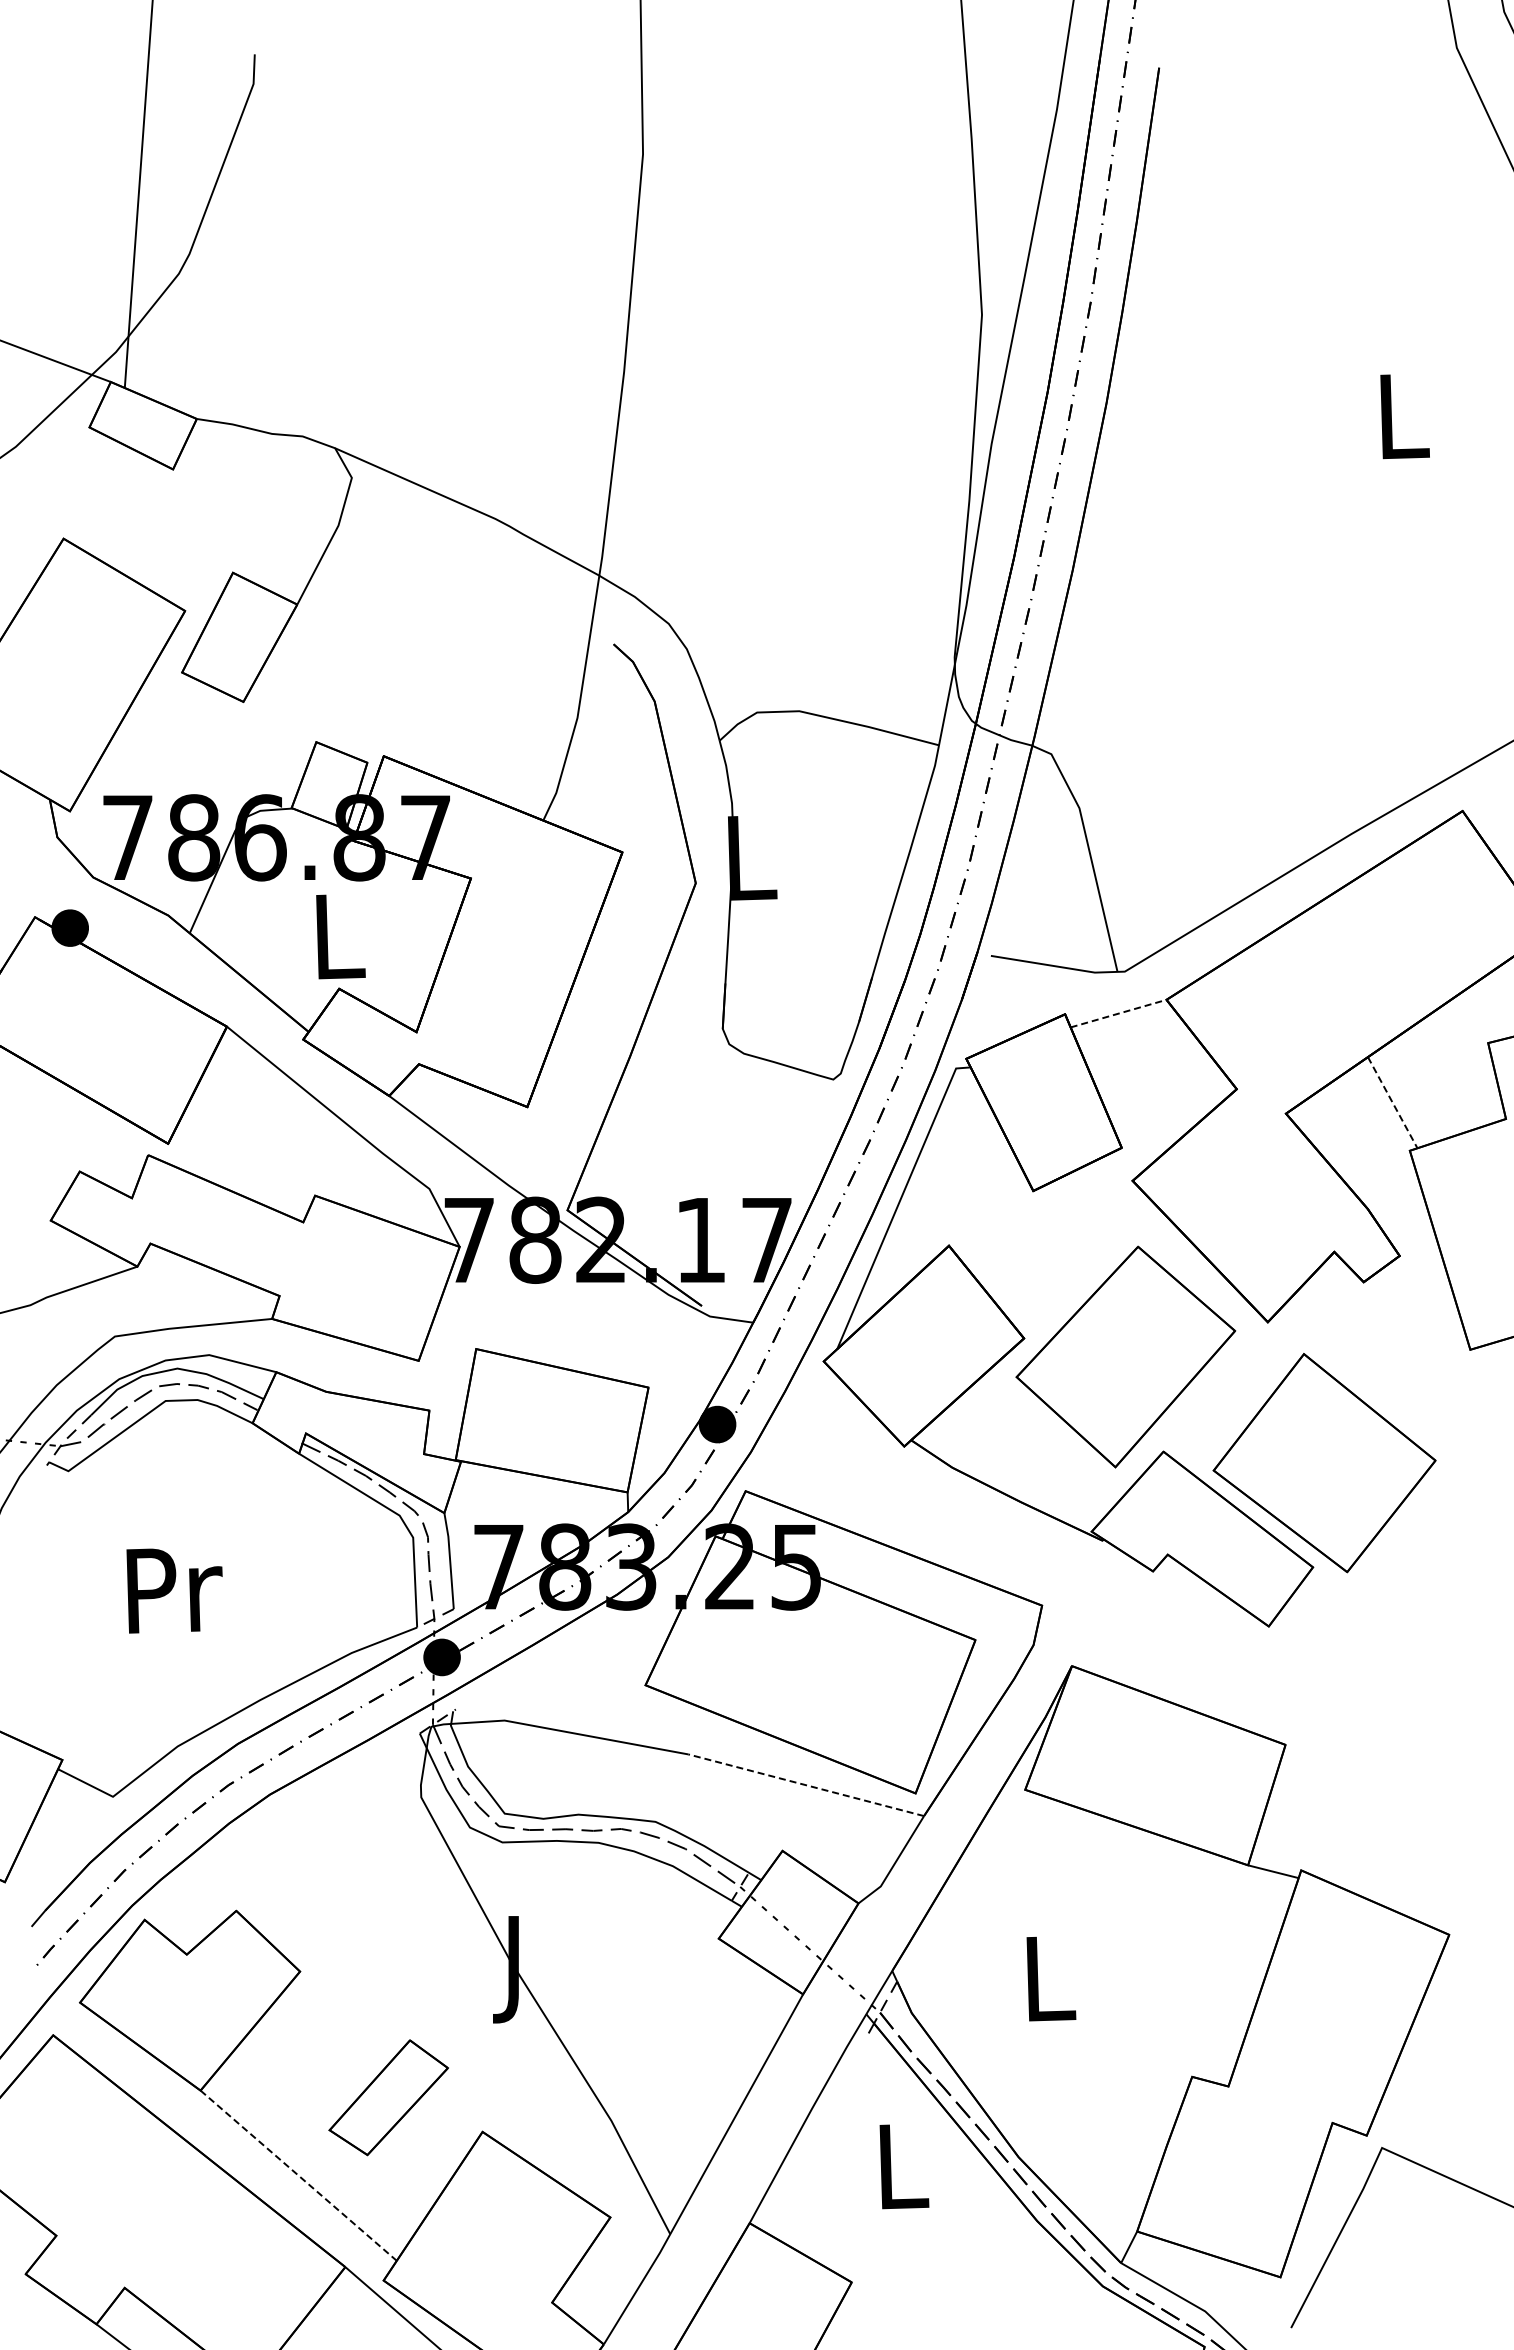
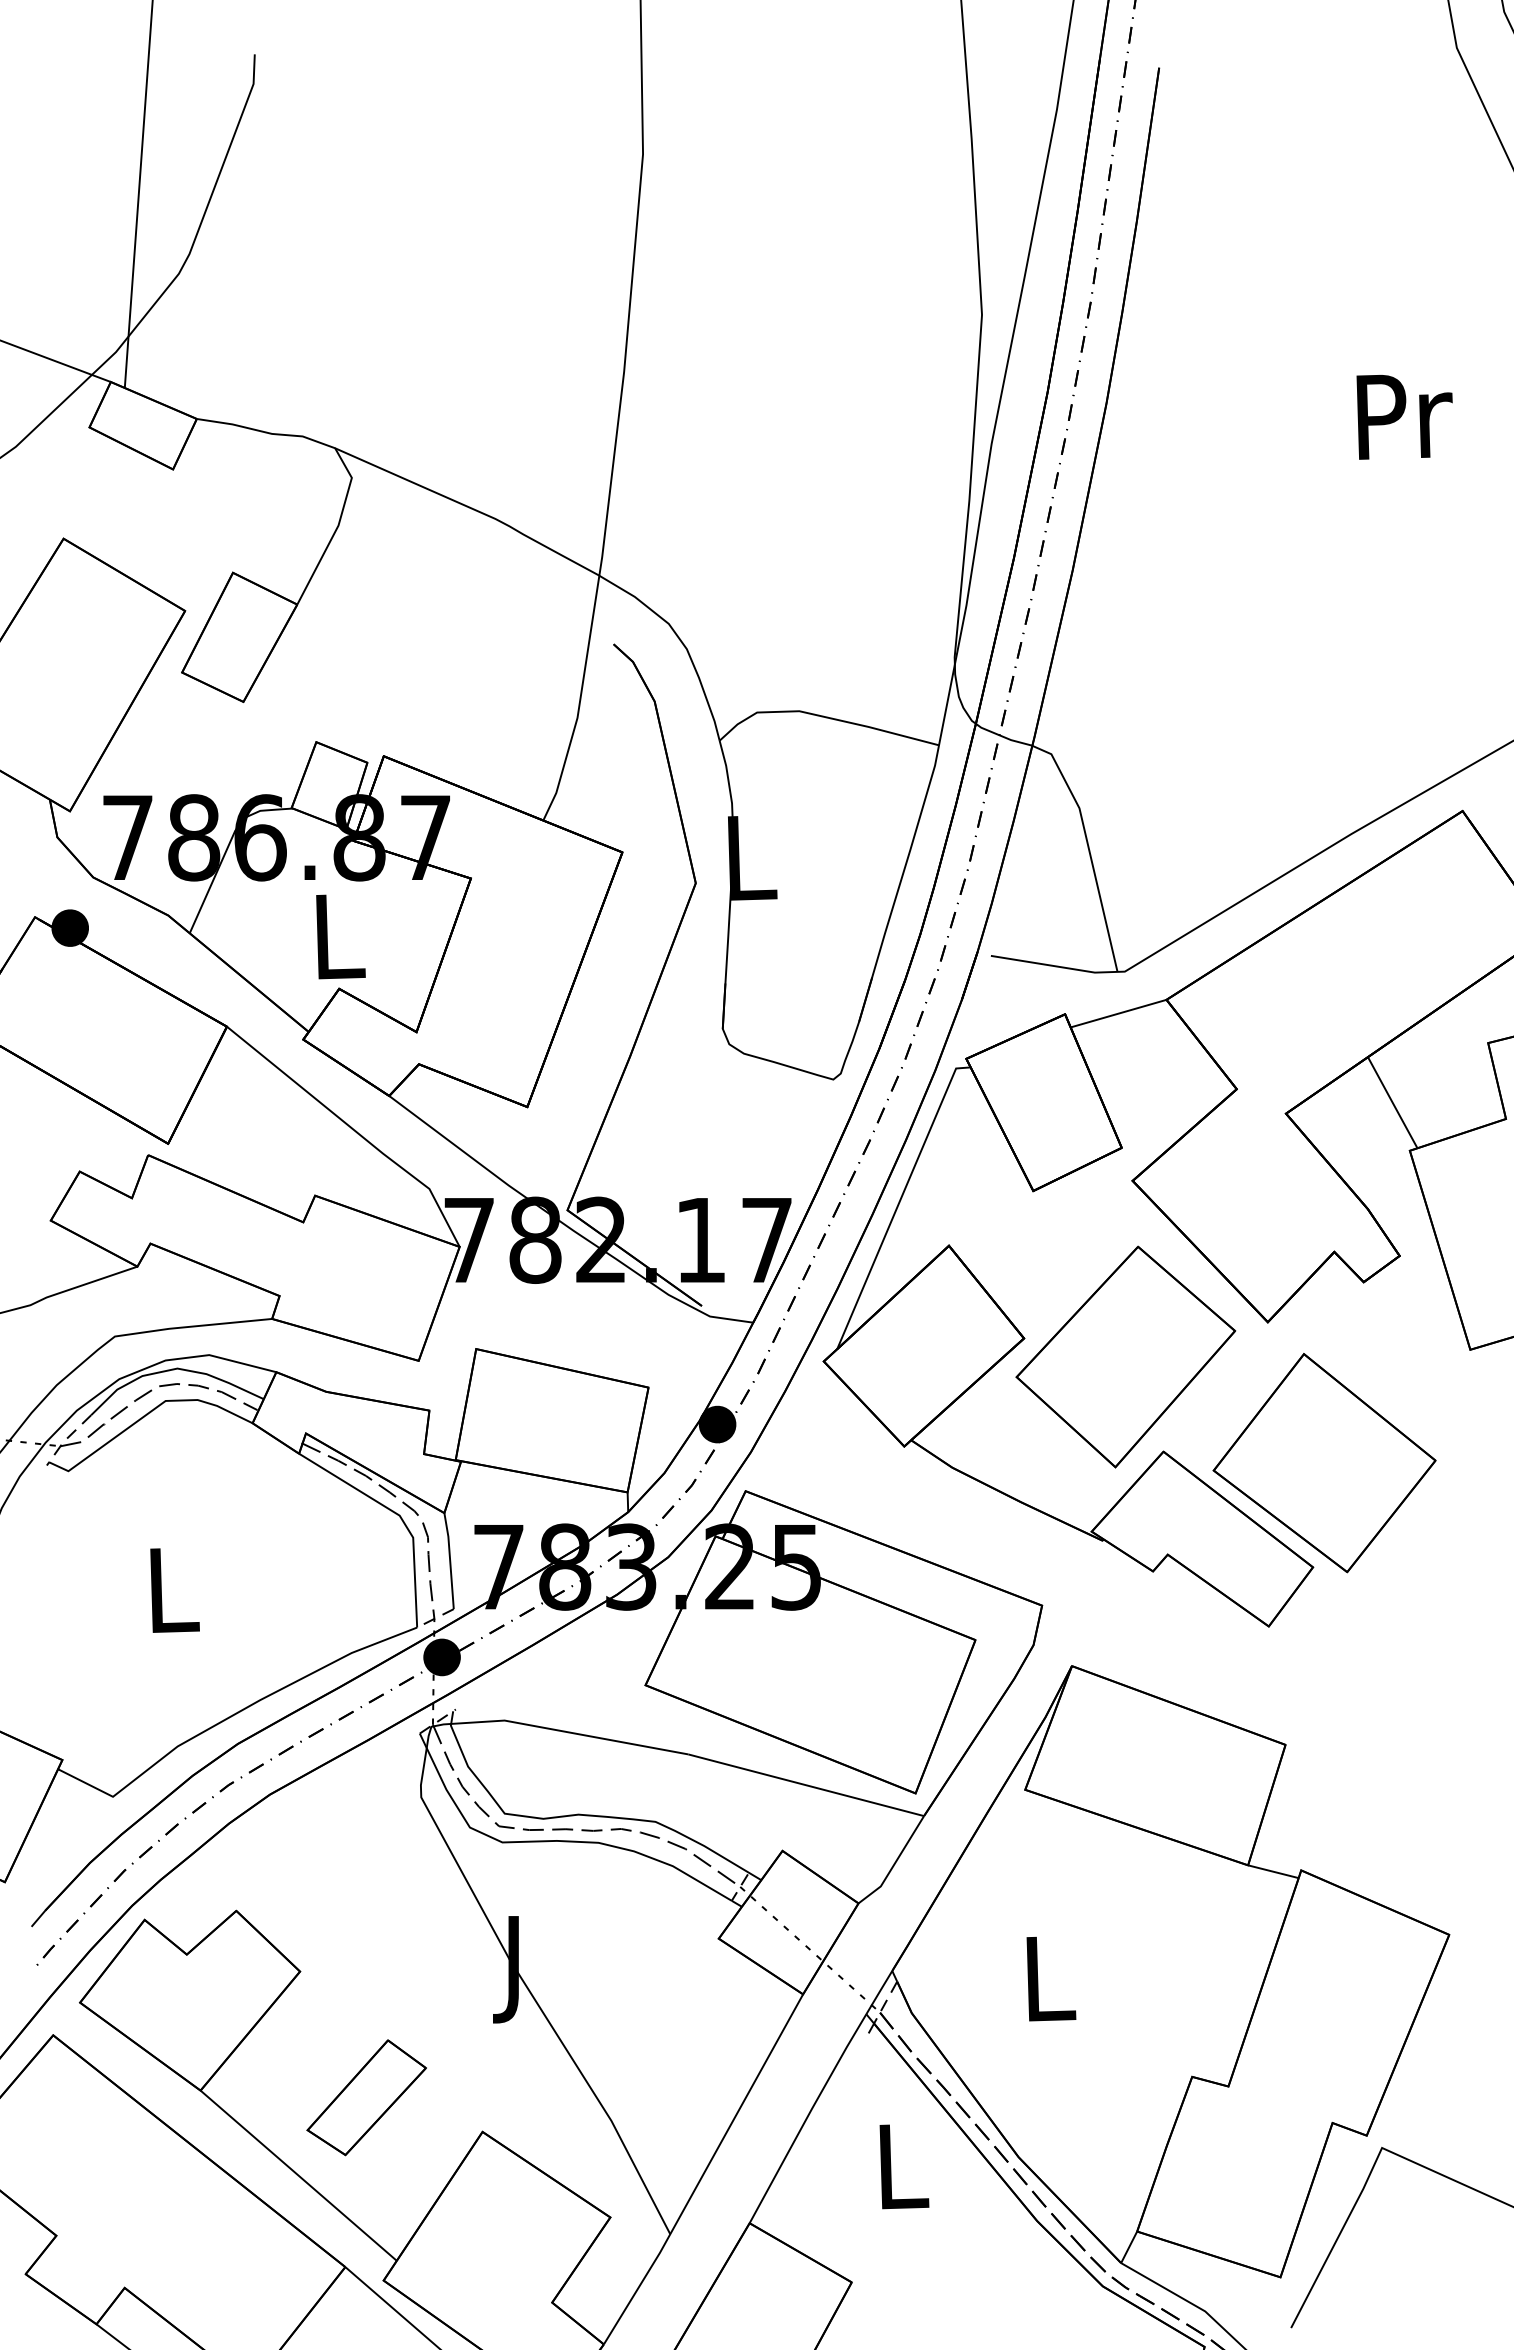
text at (1404, 416): L -> Pr
line at (1118, 1013): dashed -> solid
line at (1392, 1102): dashed -> solid
text at (174, 1590): Pr -> L
line at (806, 1785): dashed -> solid
part at (388, 2097) position: (388, 2097) -> (366, 2097)
line at (298, 2175): dashed -> solid
